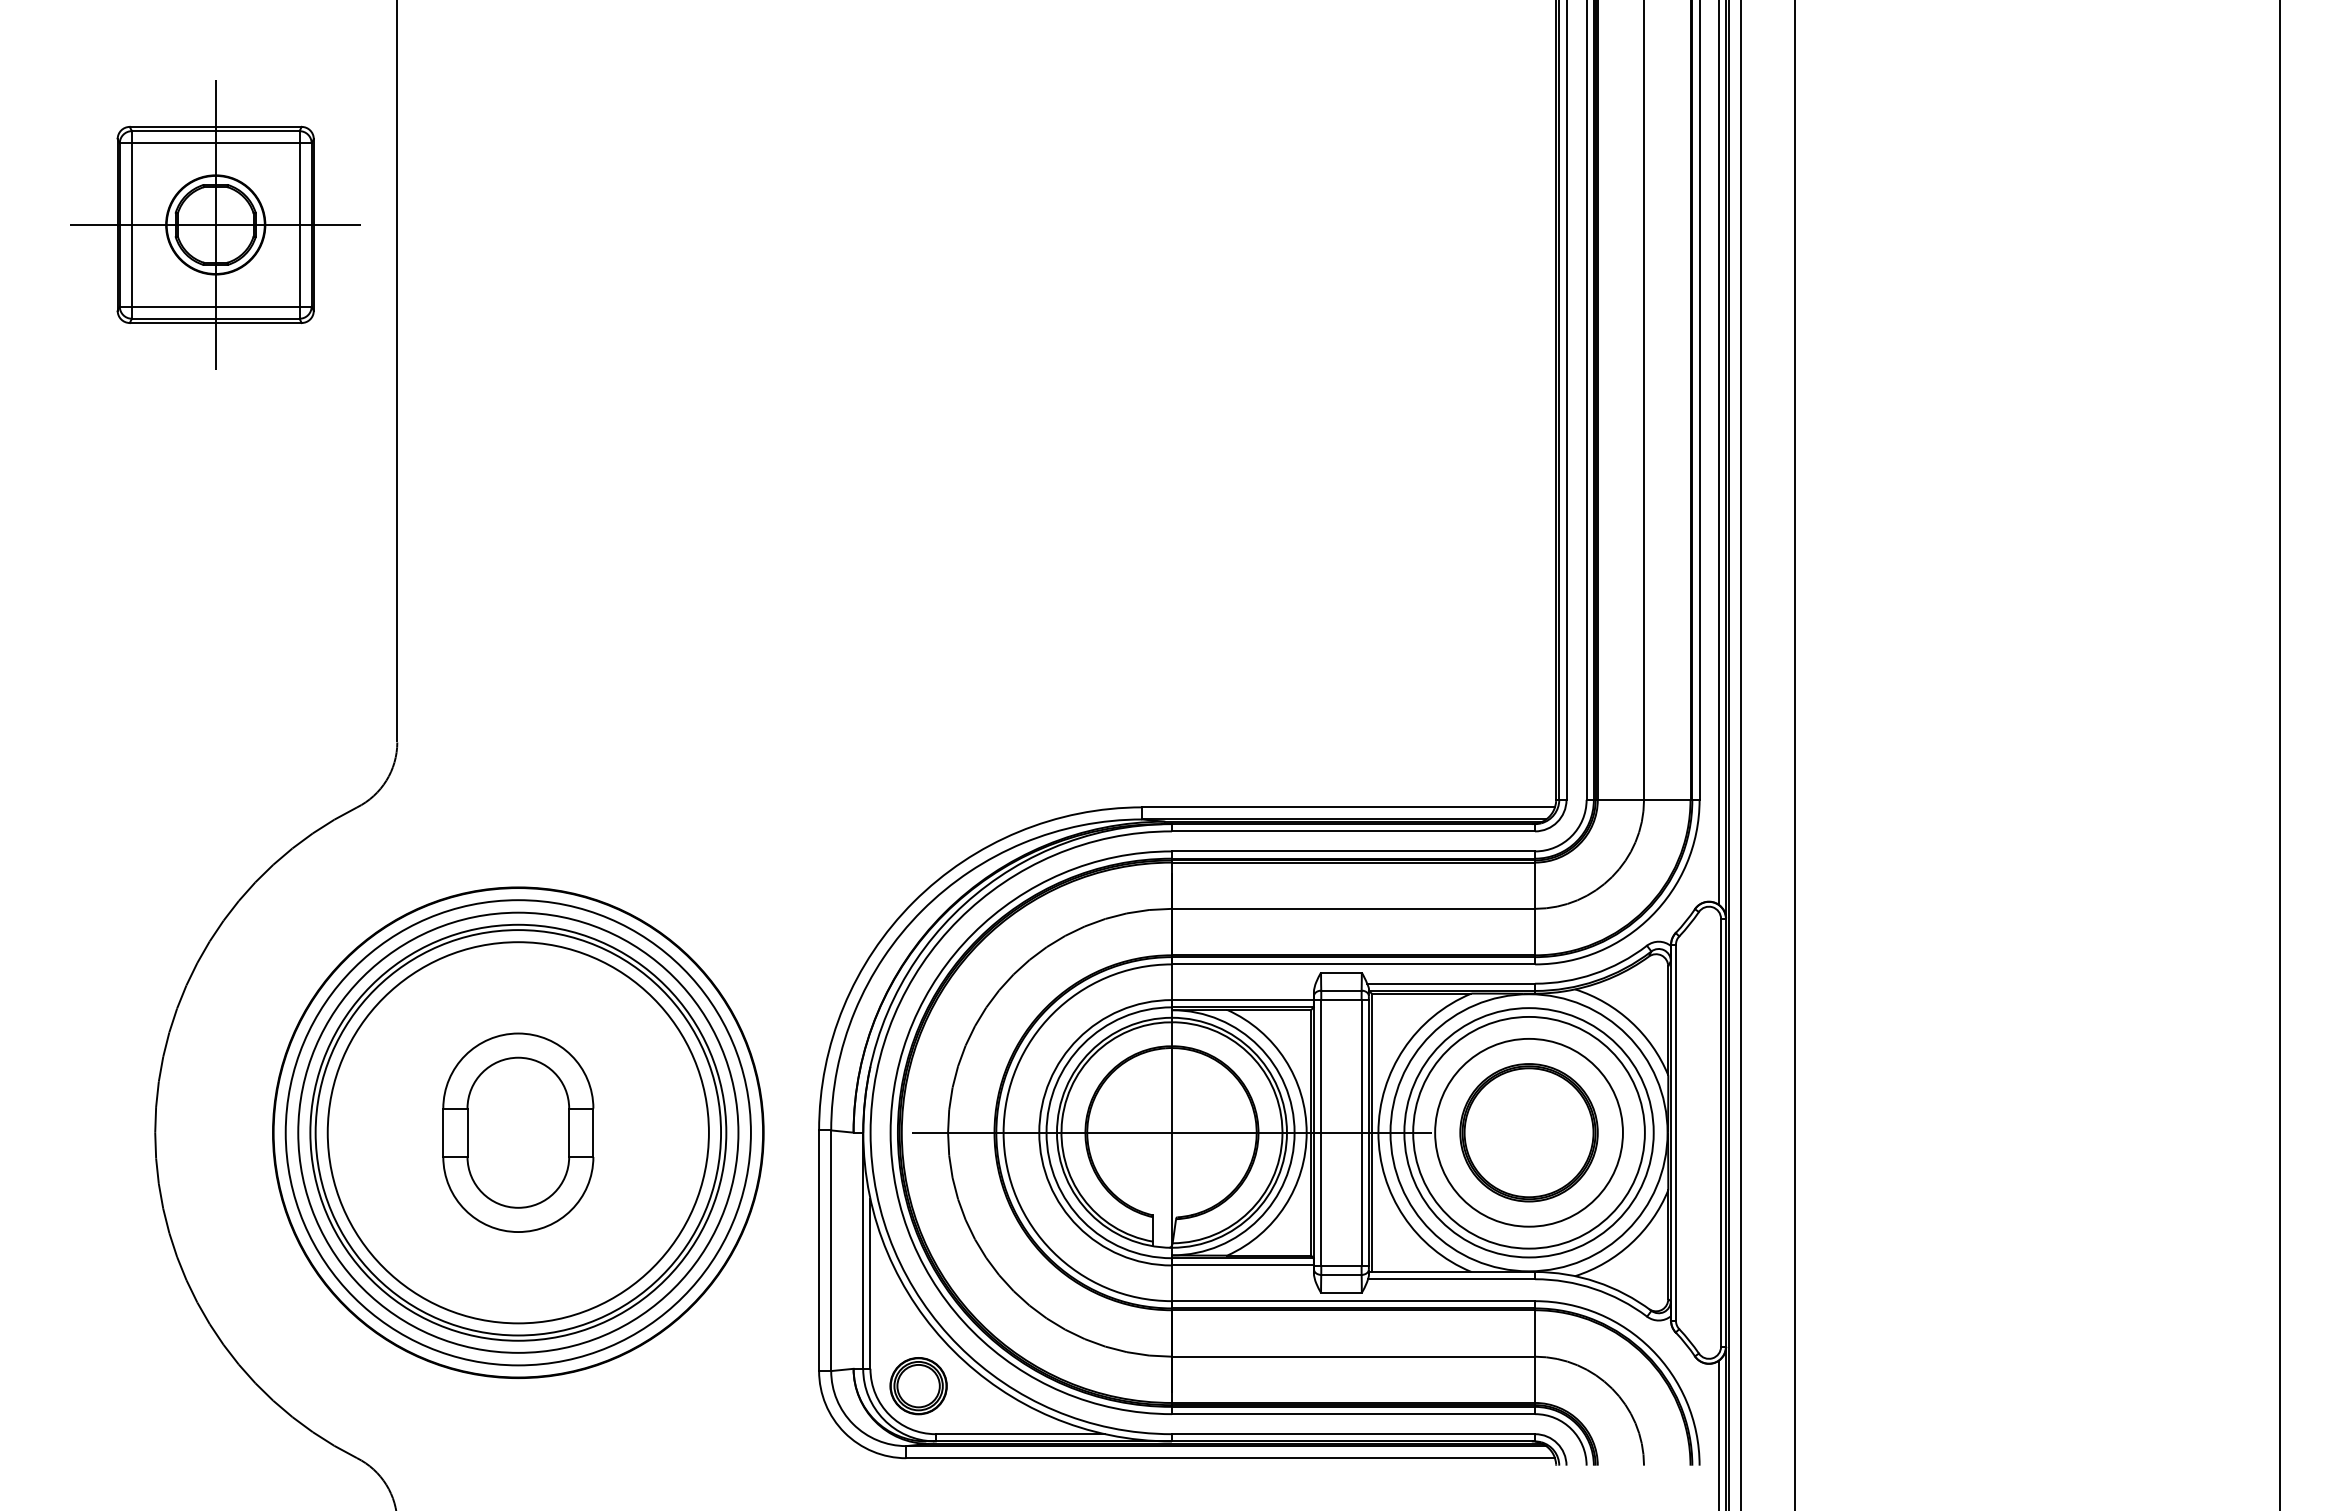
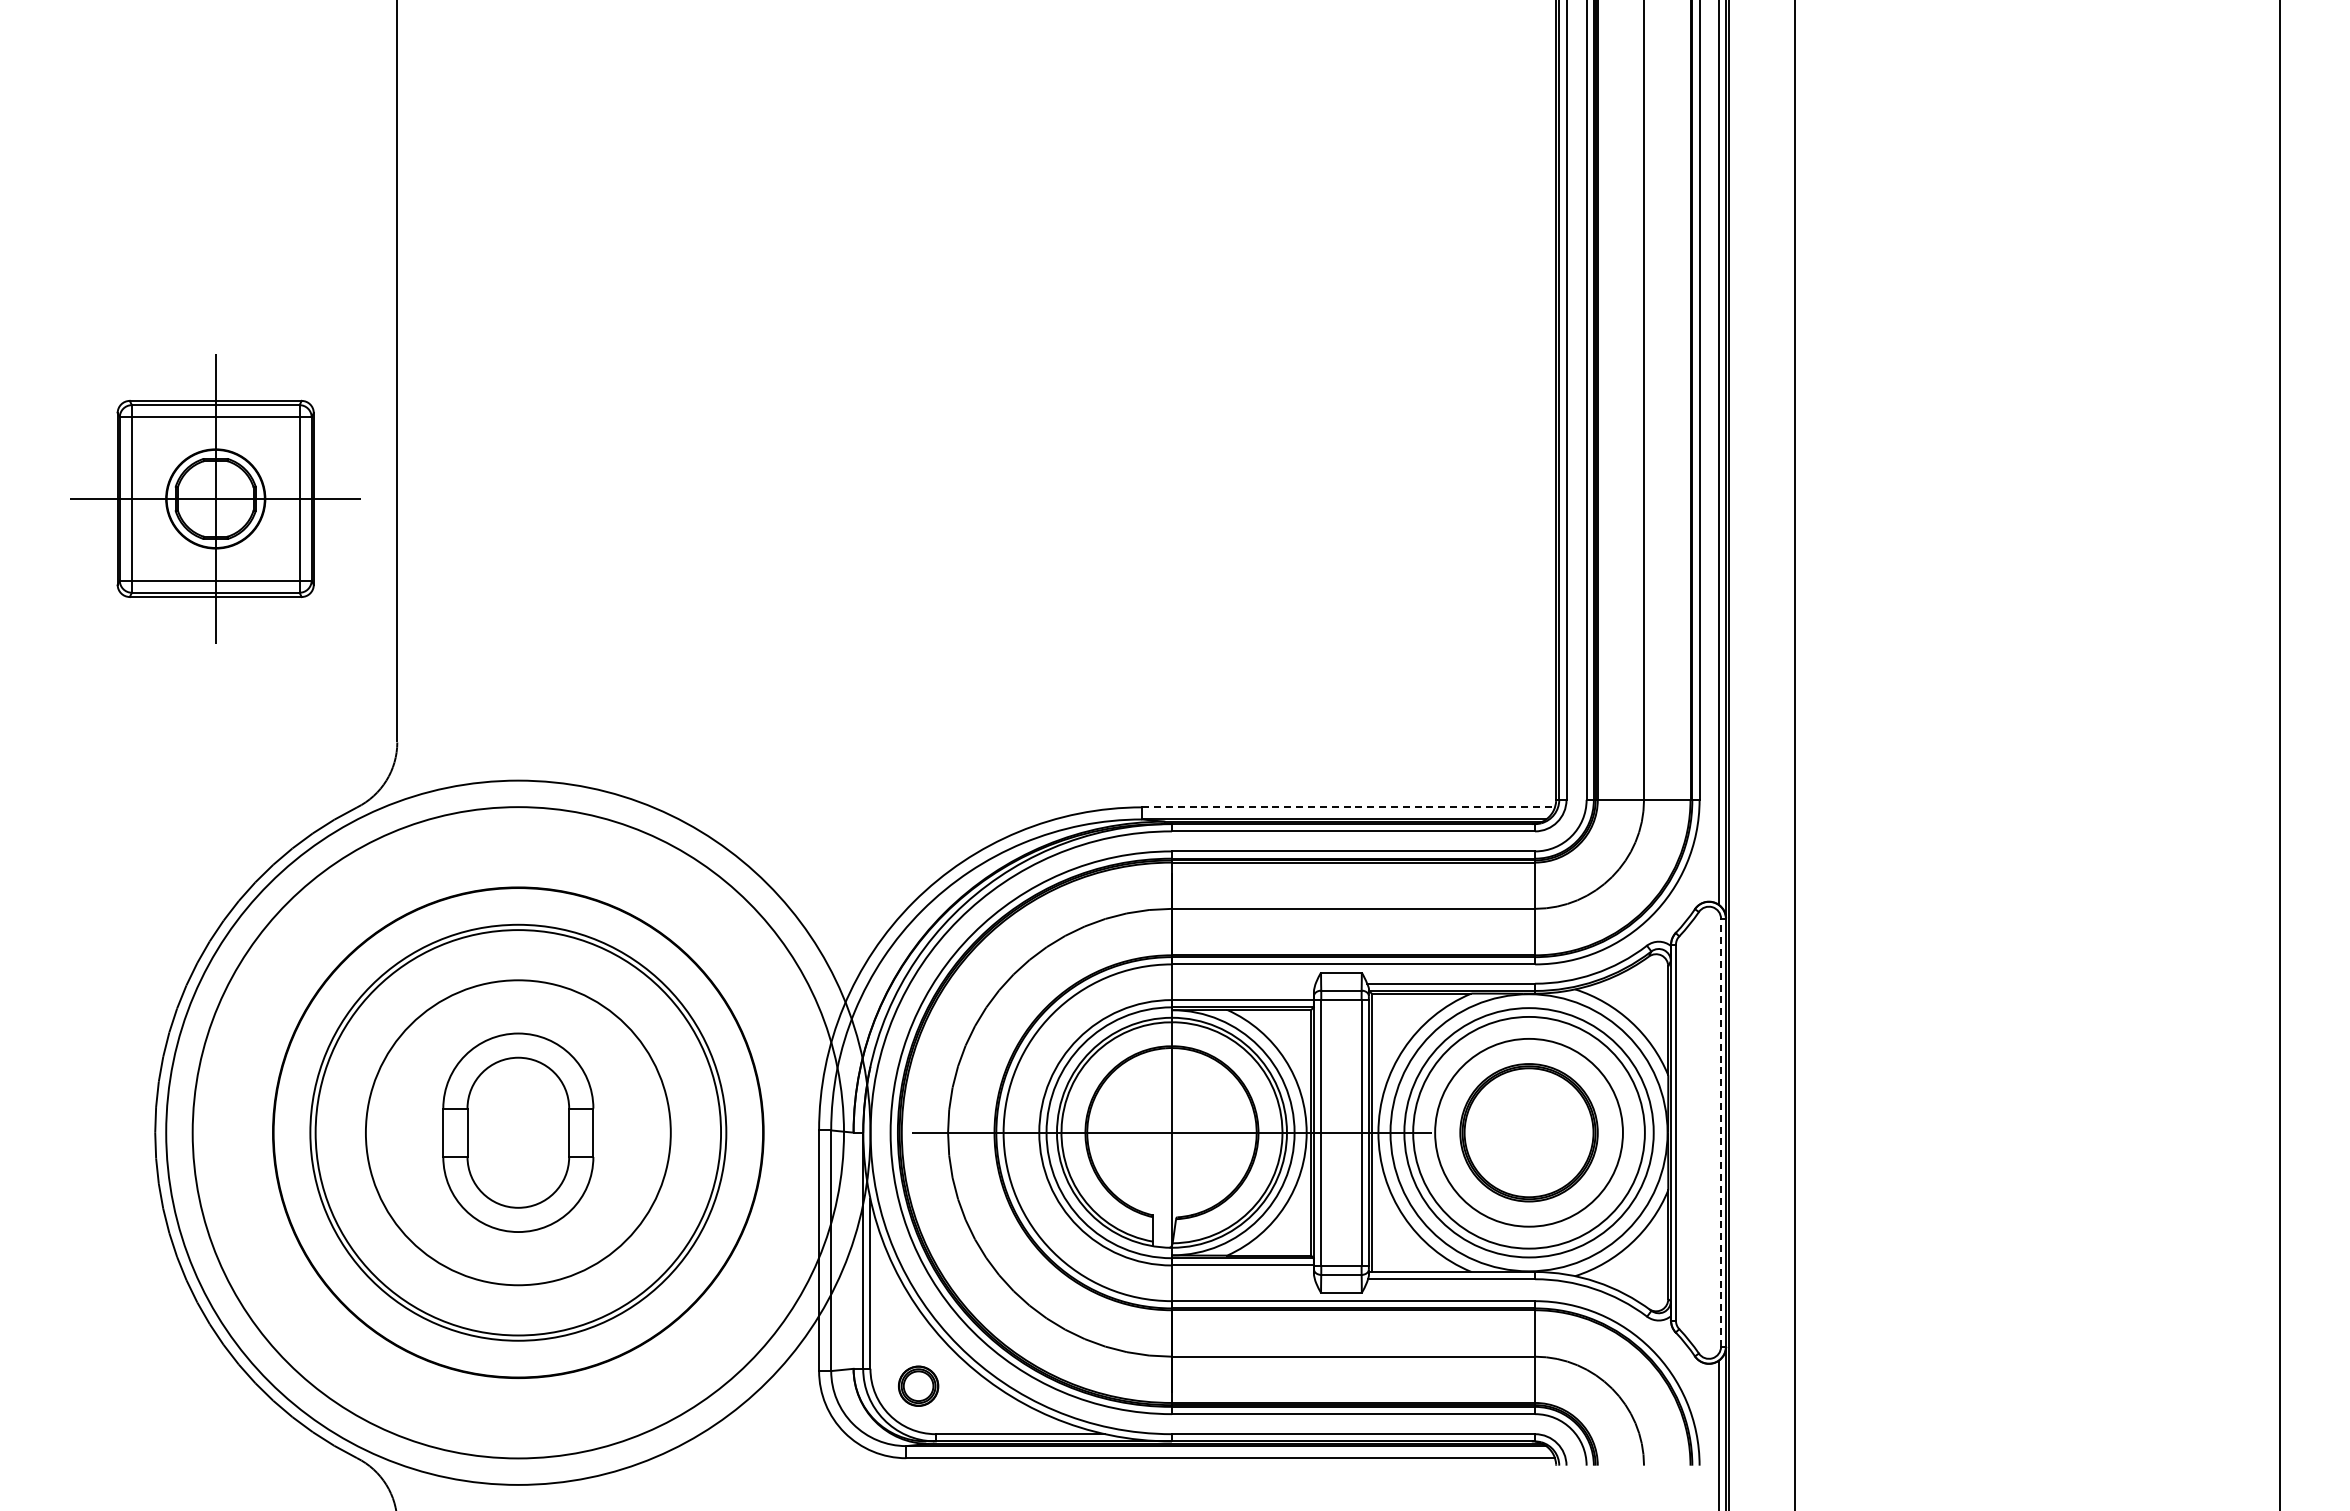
part at (215, 224) position: (215, 224) -> (215, 498)
line at (1740, 754): present -> none
line at (1349, 807): solid -> dashed
circle at (517, 1132) diameter: 381 px -> 305 px
circle at (517, 1132) diameter: 465 px -> 651 px
circle at (518, 1132) diameter: 440 px -> 704 px
line at (1721, 1132): solid -> dashed
part at (918, 1386) size: 59x59 px -> 42x42 px
